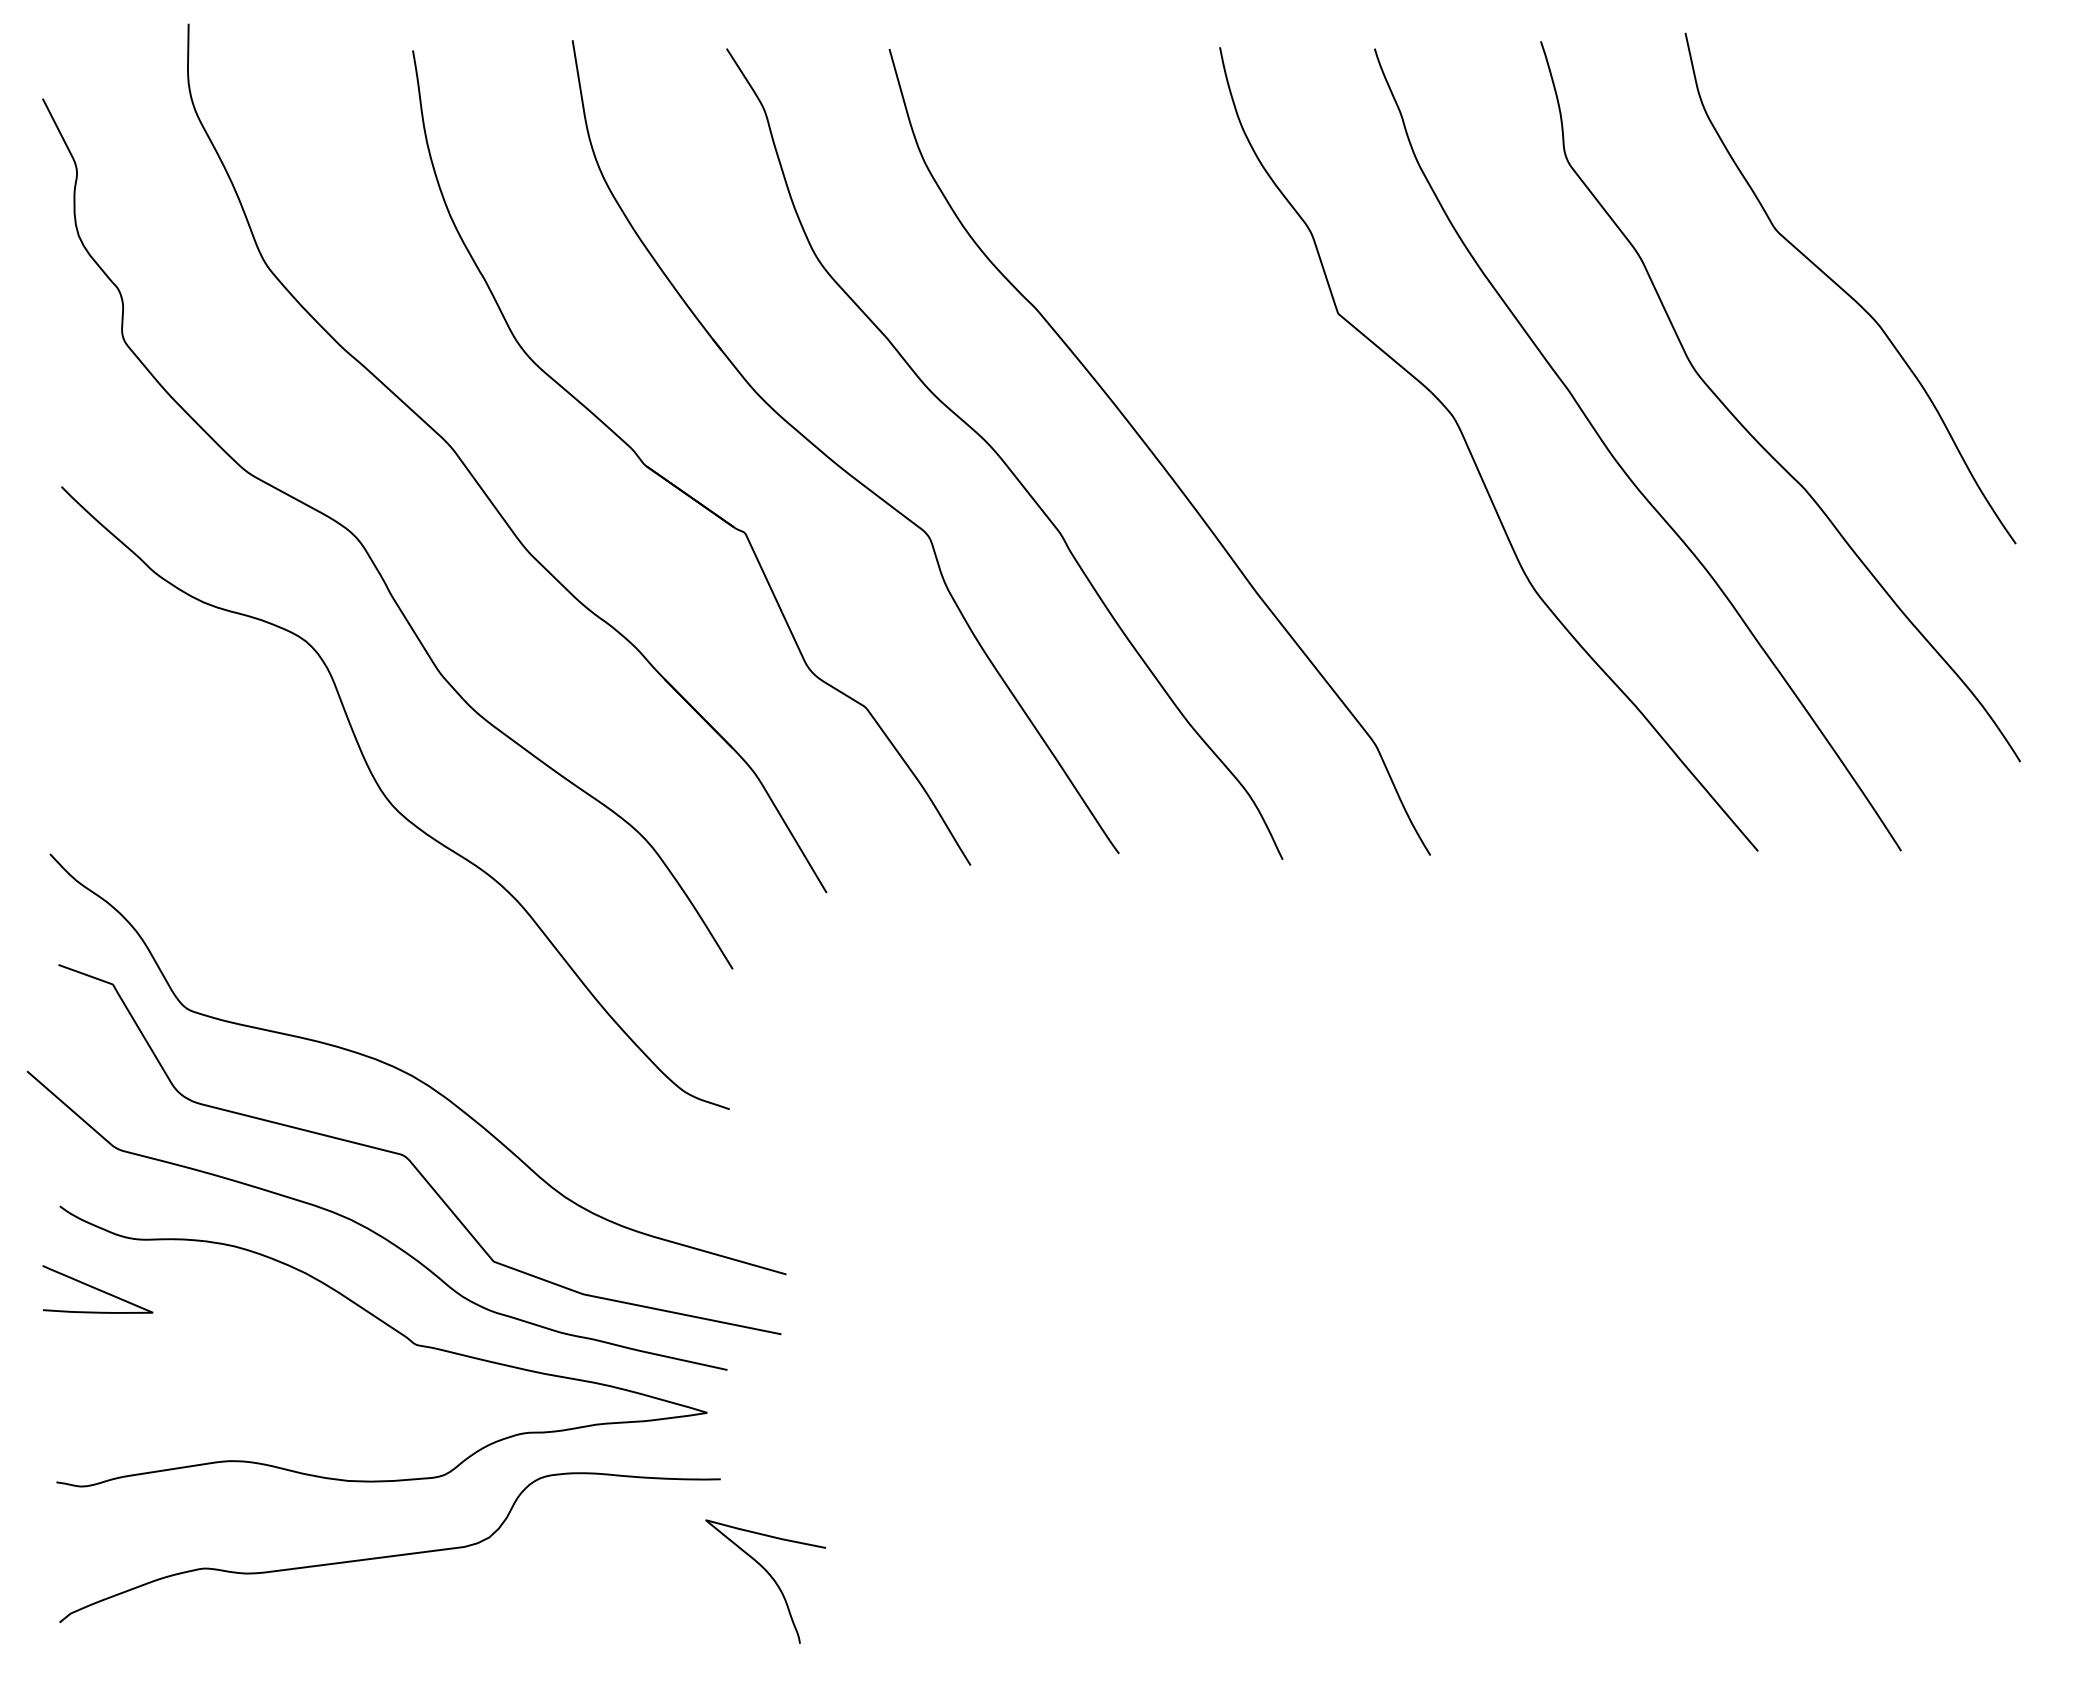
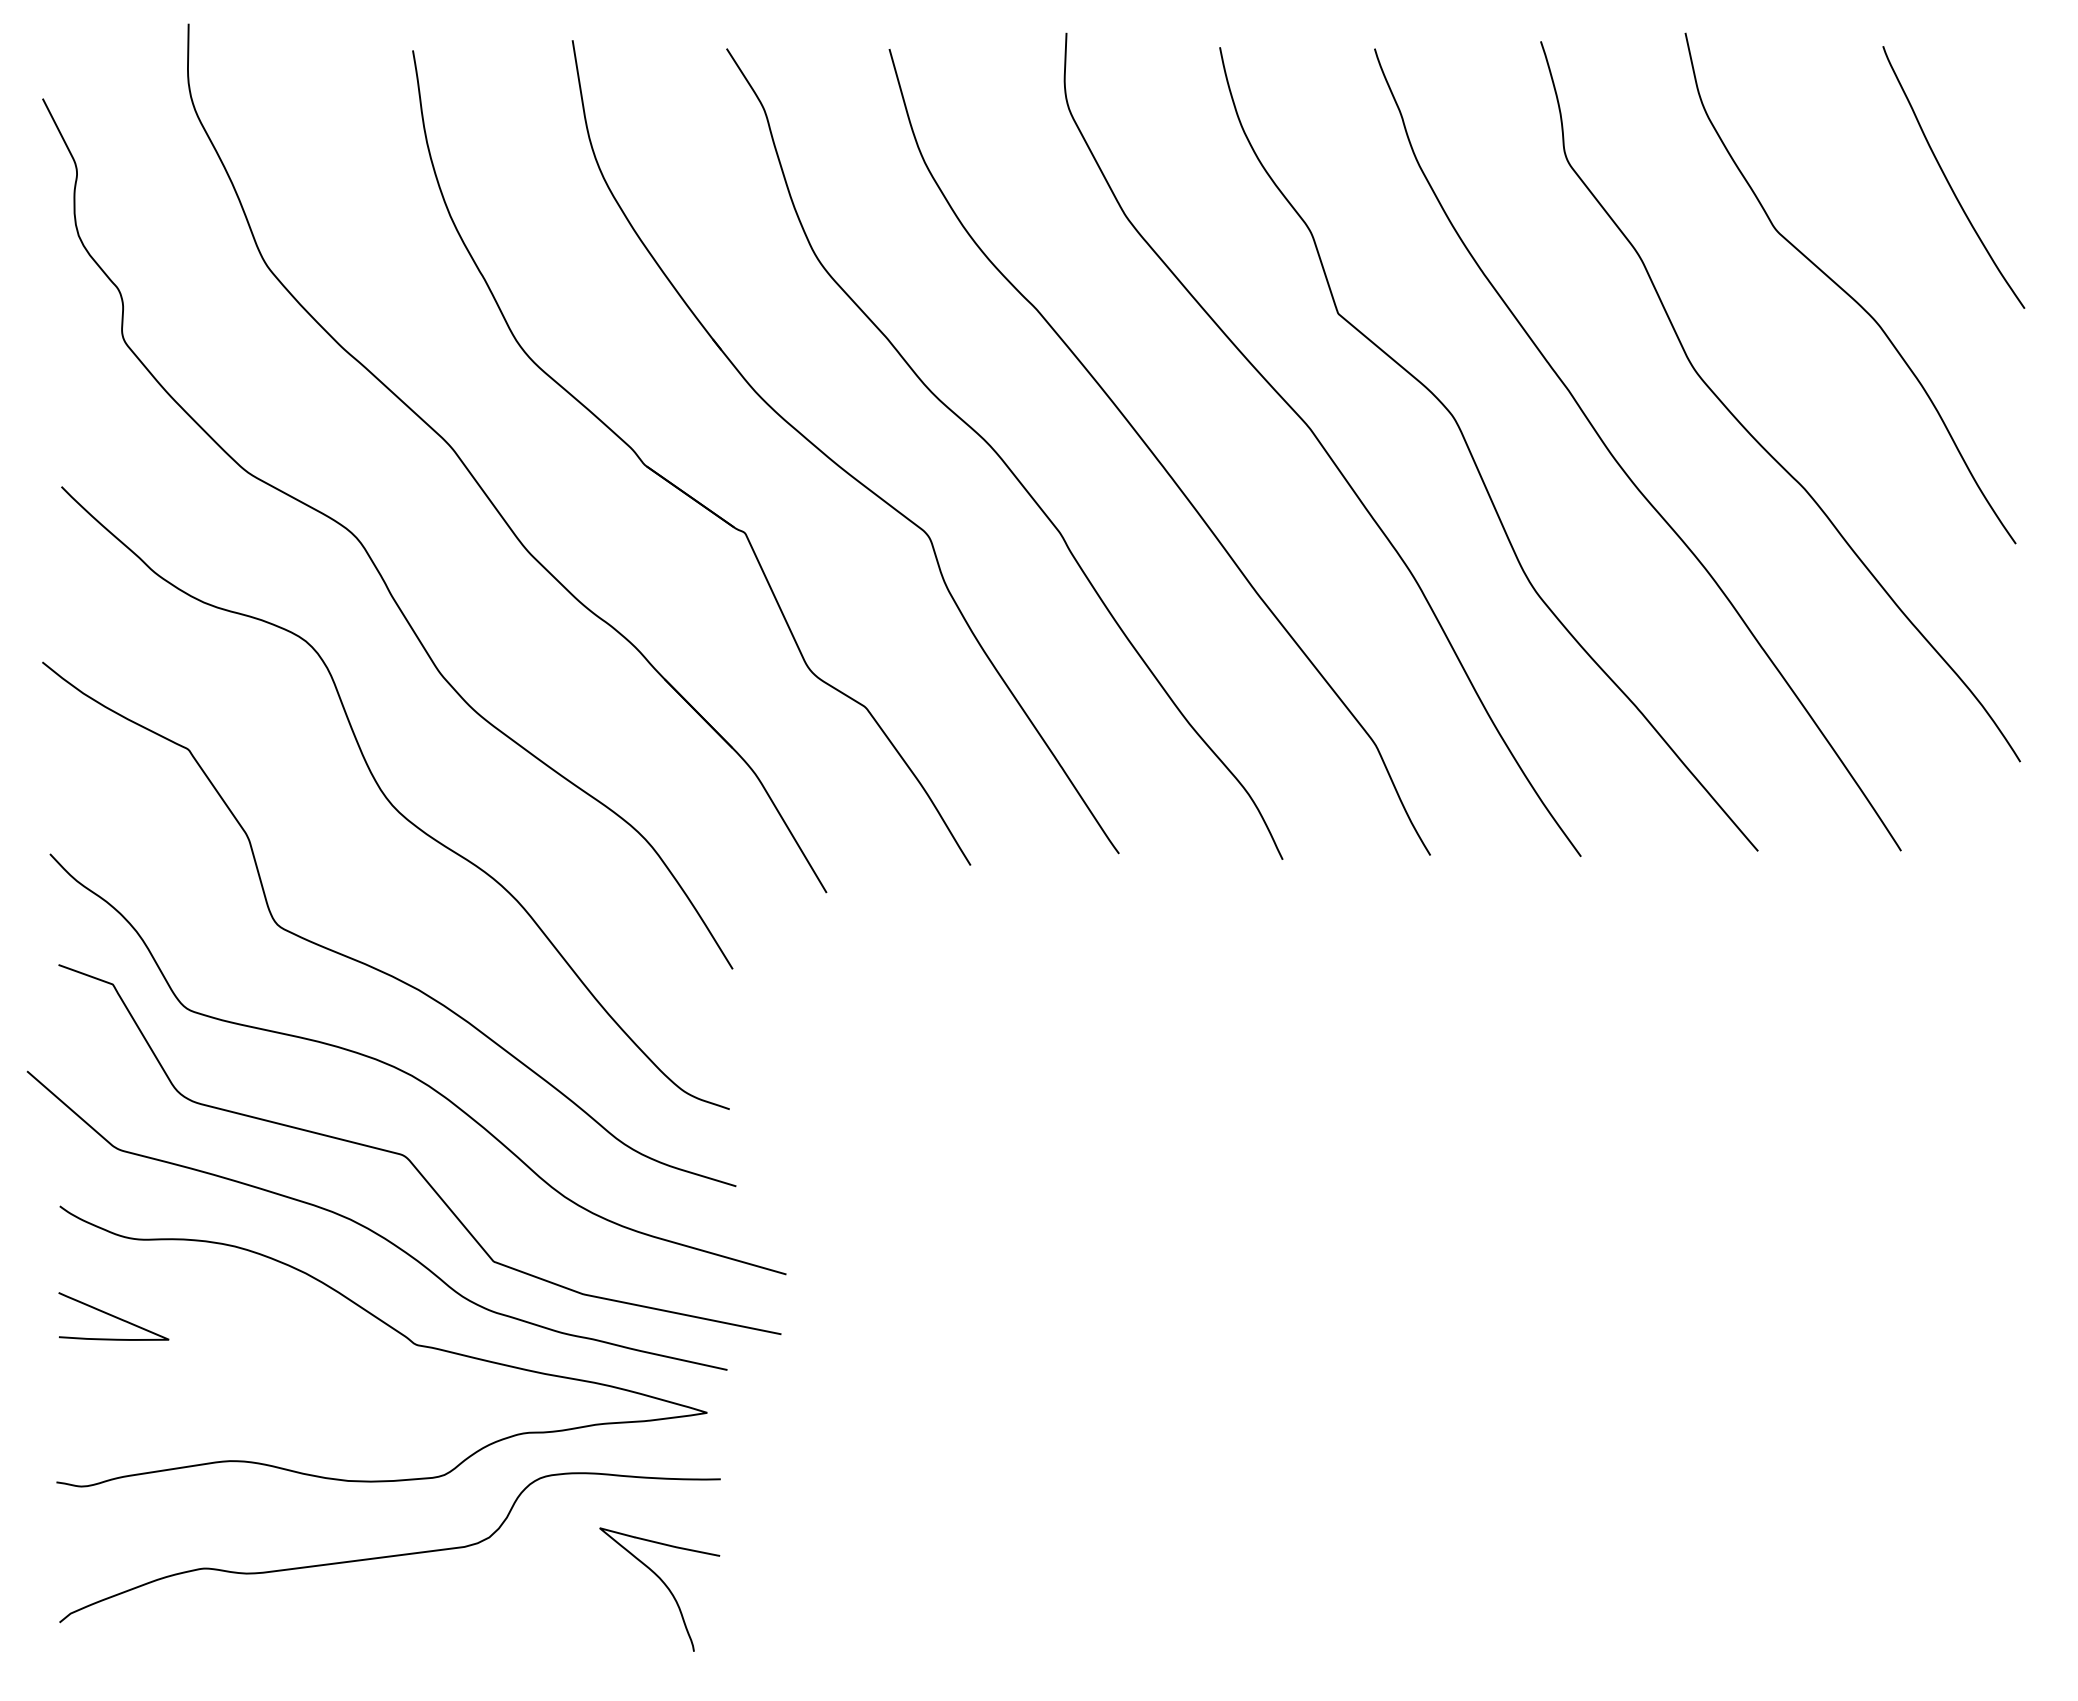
curve at (1948, 180): none -> present
curve at (1322, 444): none -> present
curve at (373, 966): none -> present
curve at (97, 1289) position: (97, 1289) -> (113, 1316)
curve at (770, 1577) position: (770, 1577) -> (664, 1585)
